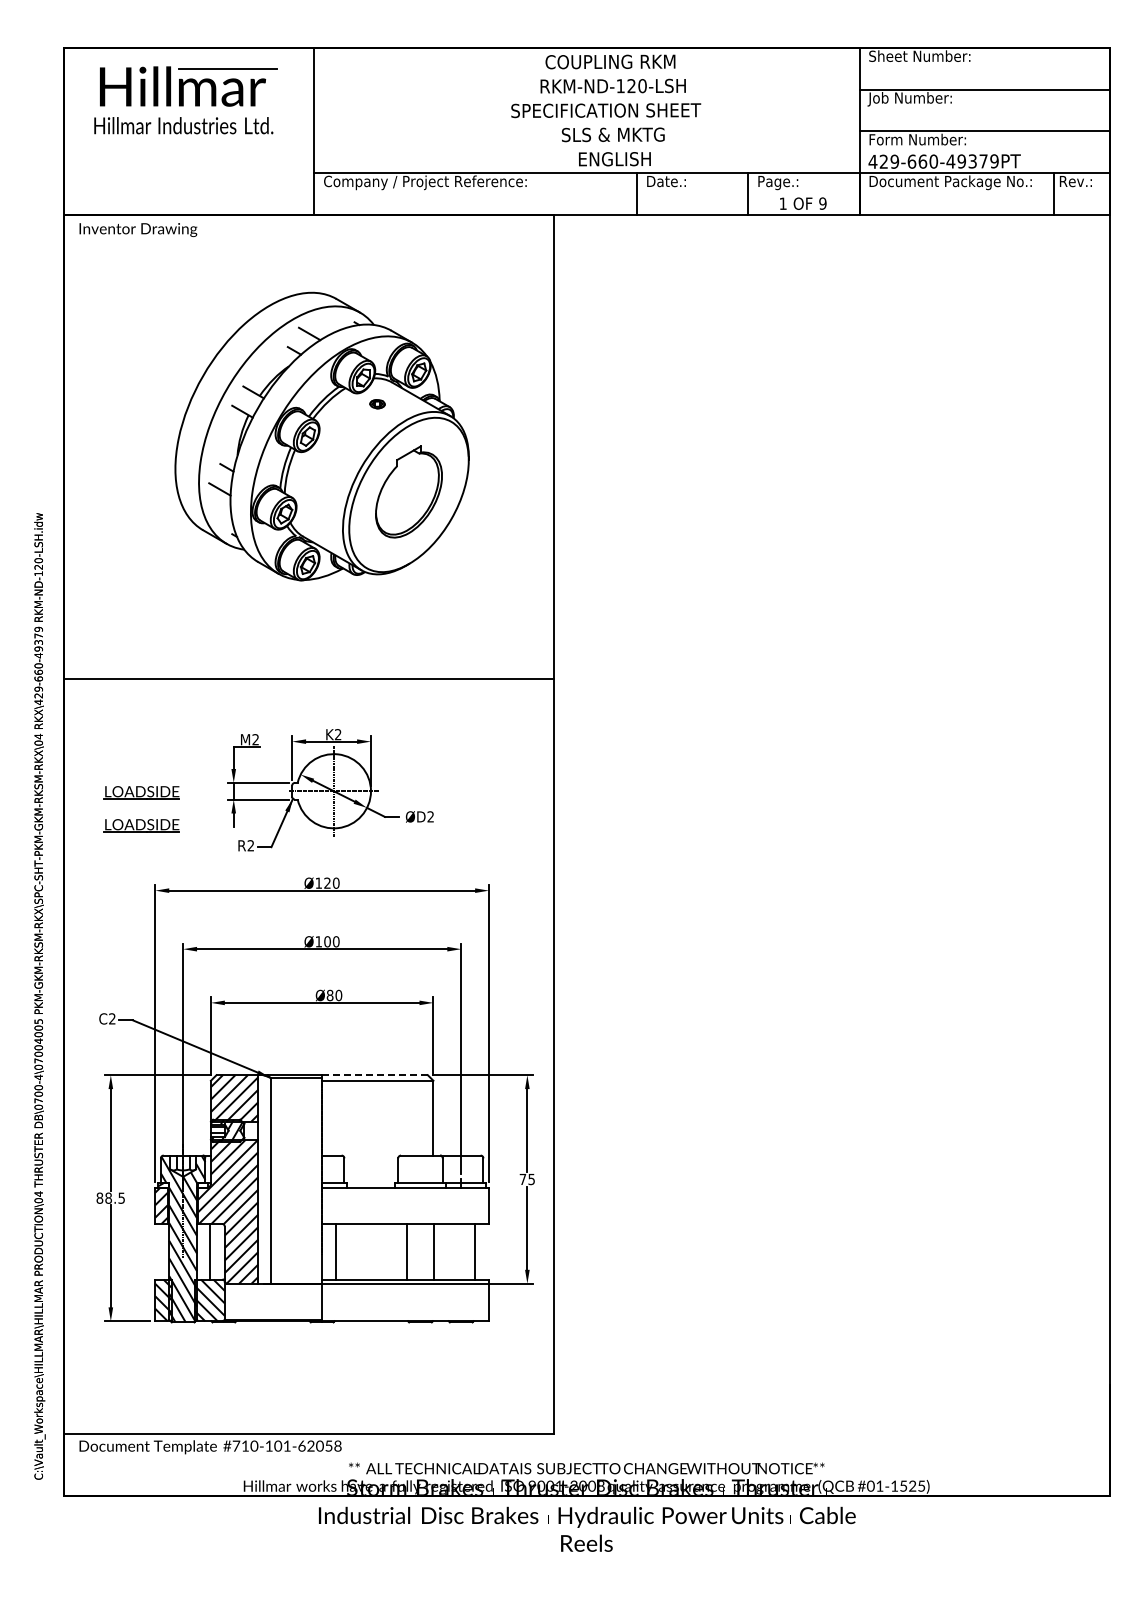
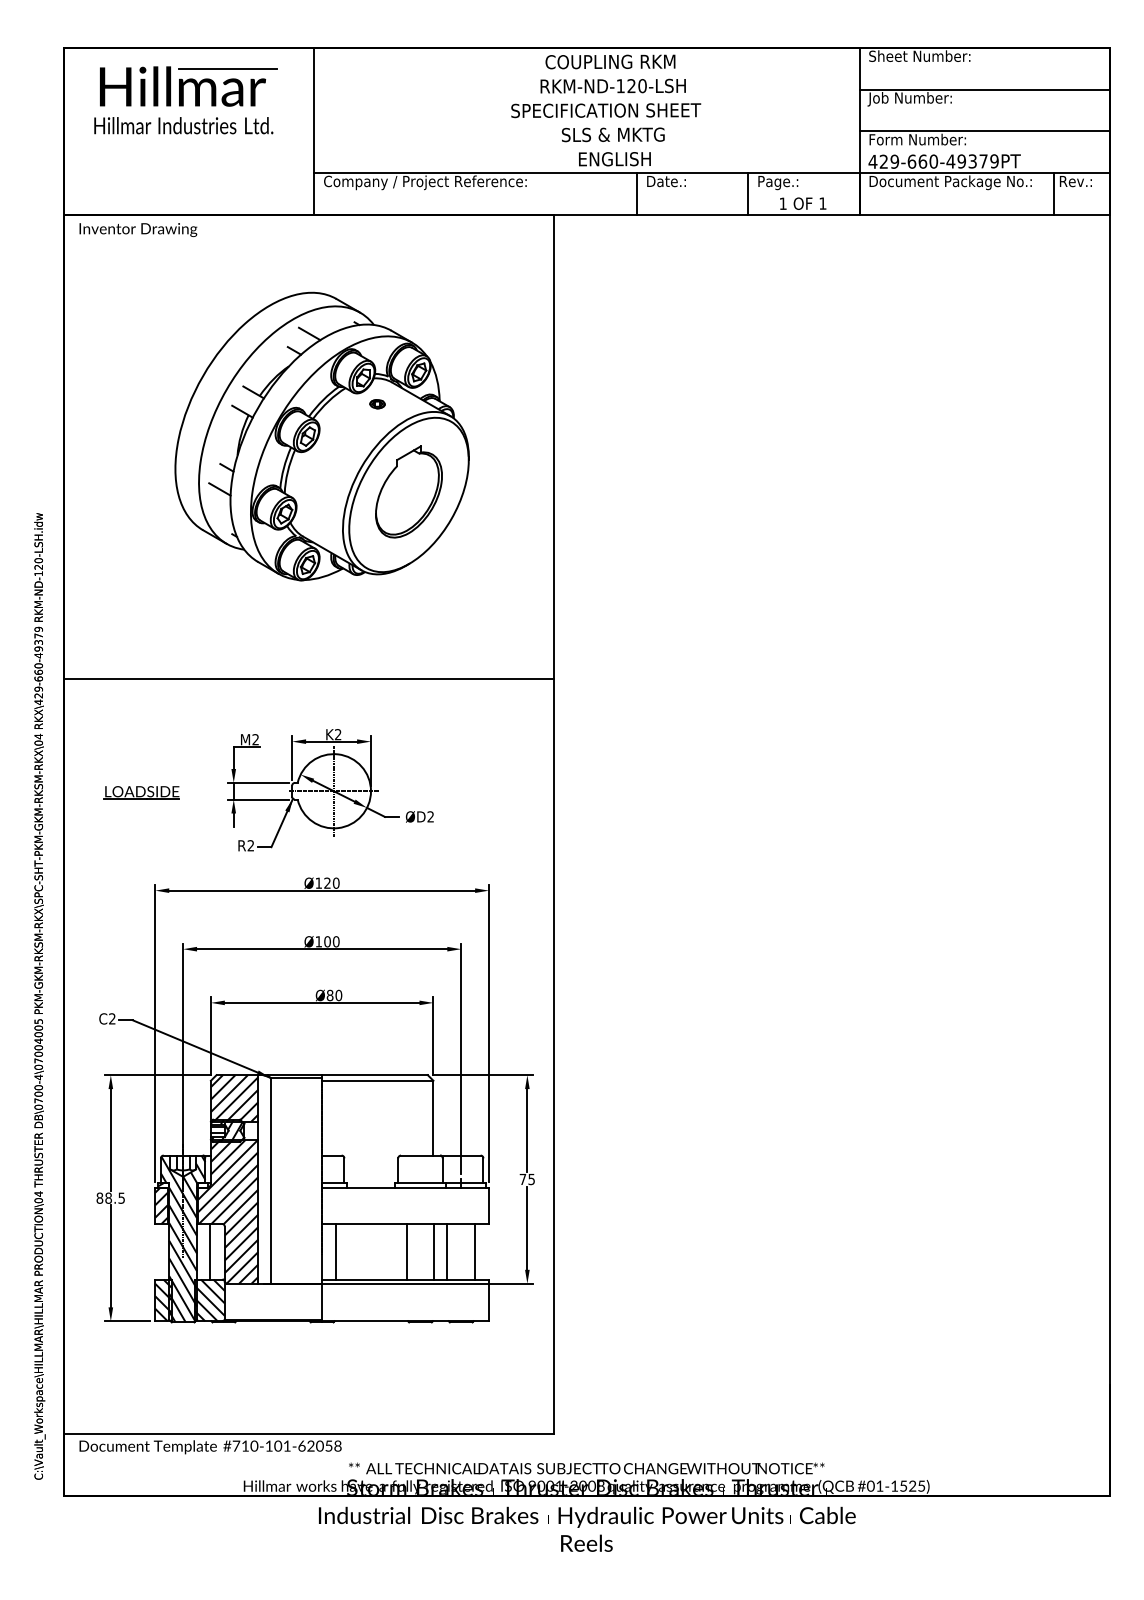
text at (822, 203): 9 -> 1
part at (141, 825): present -> none
line at (375, 1075): dashed -> solid
line at (447, 1251): none -> present
